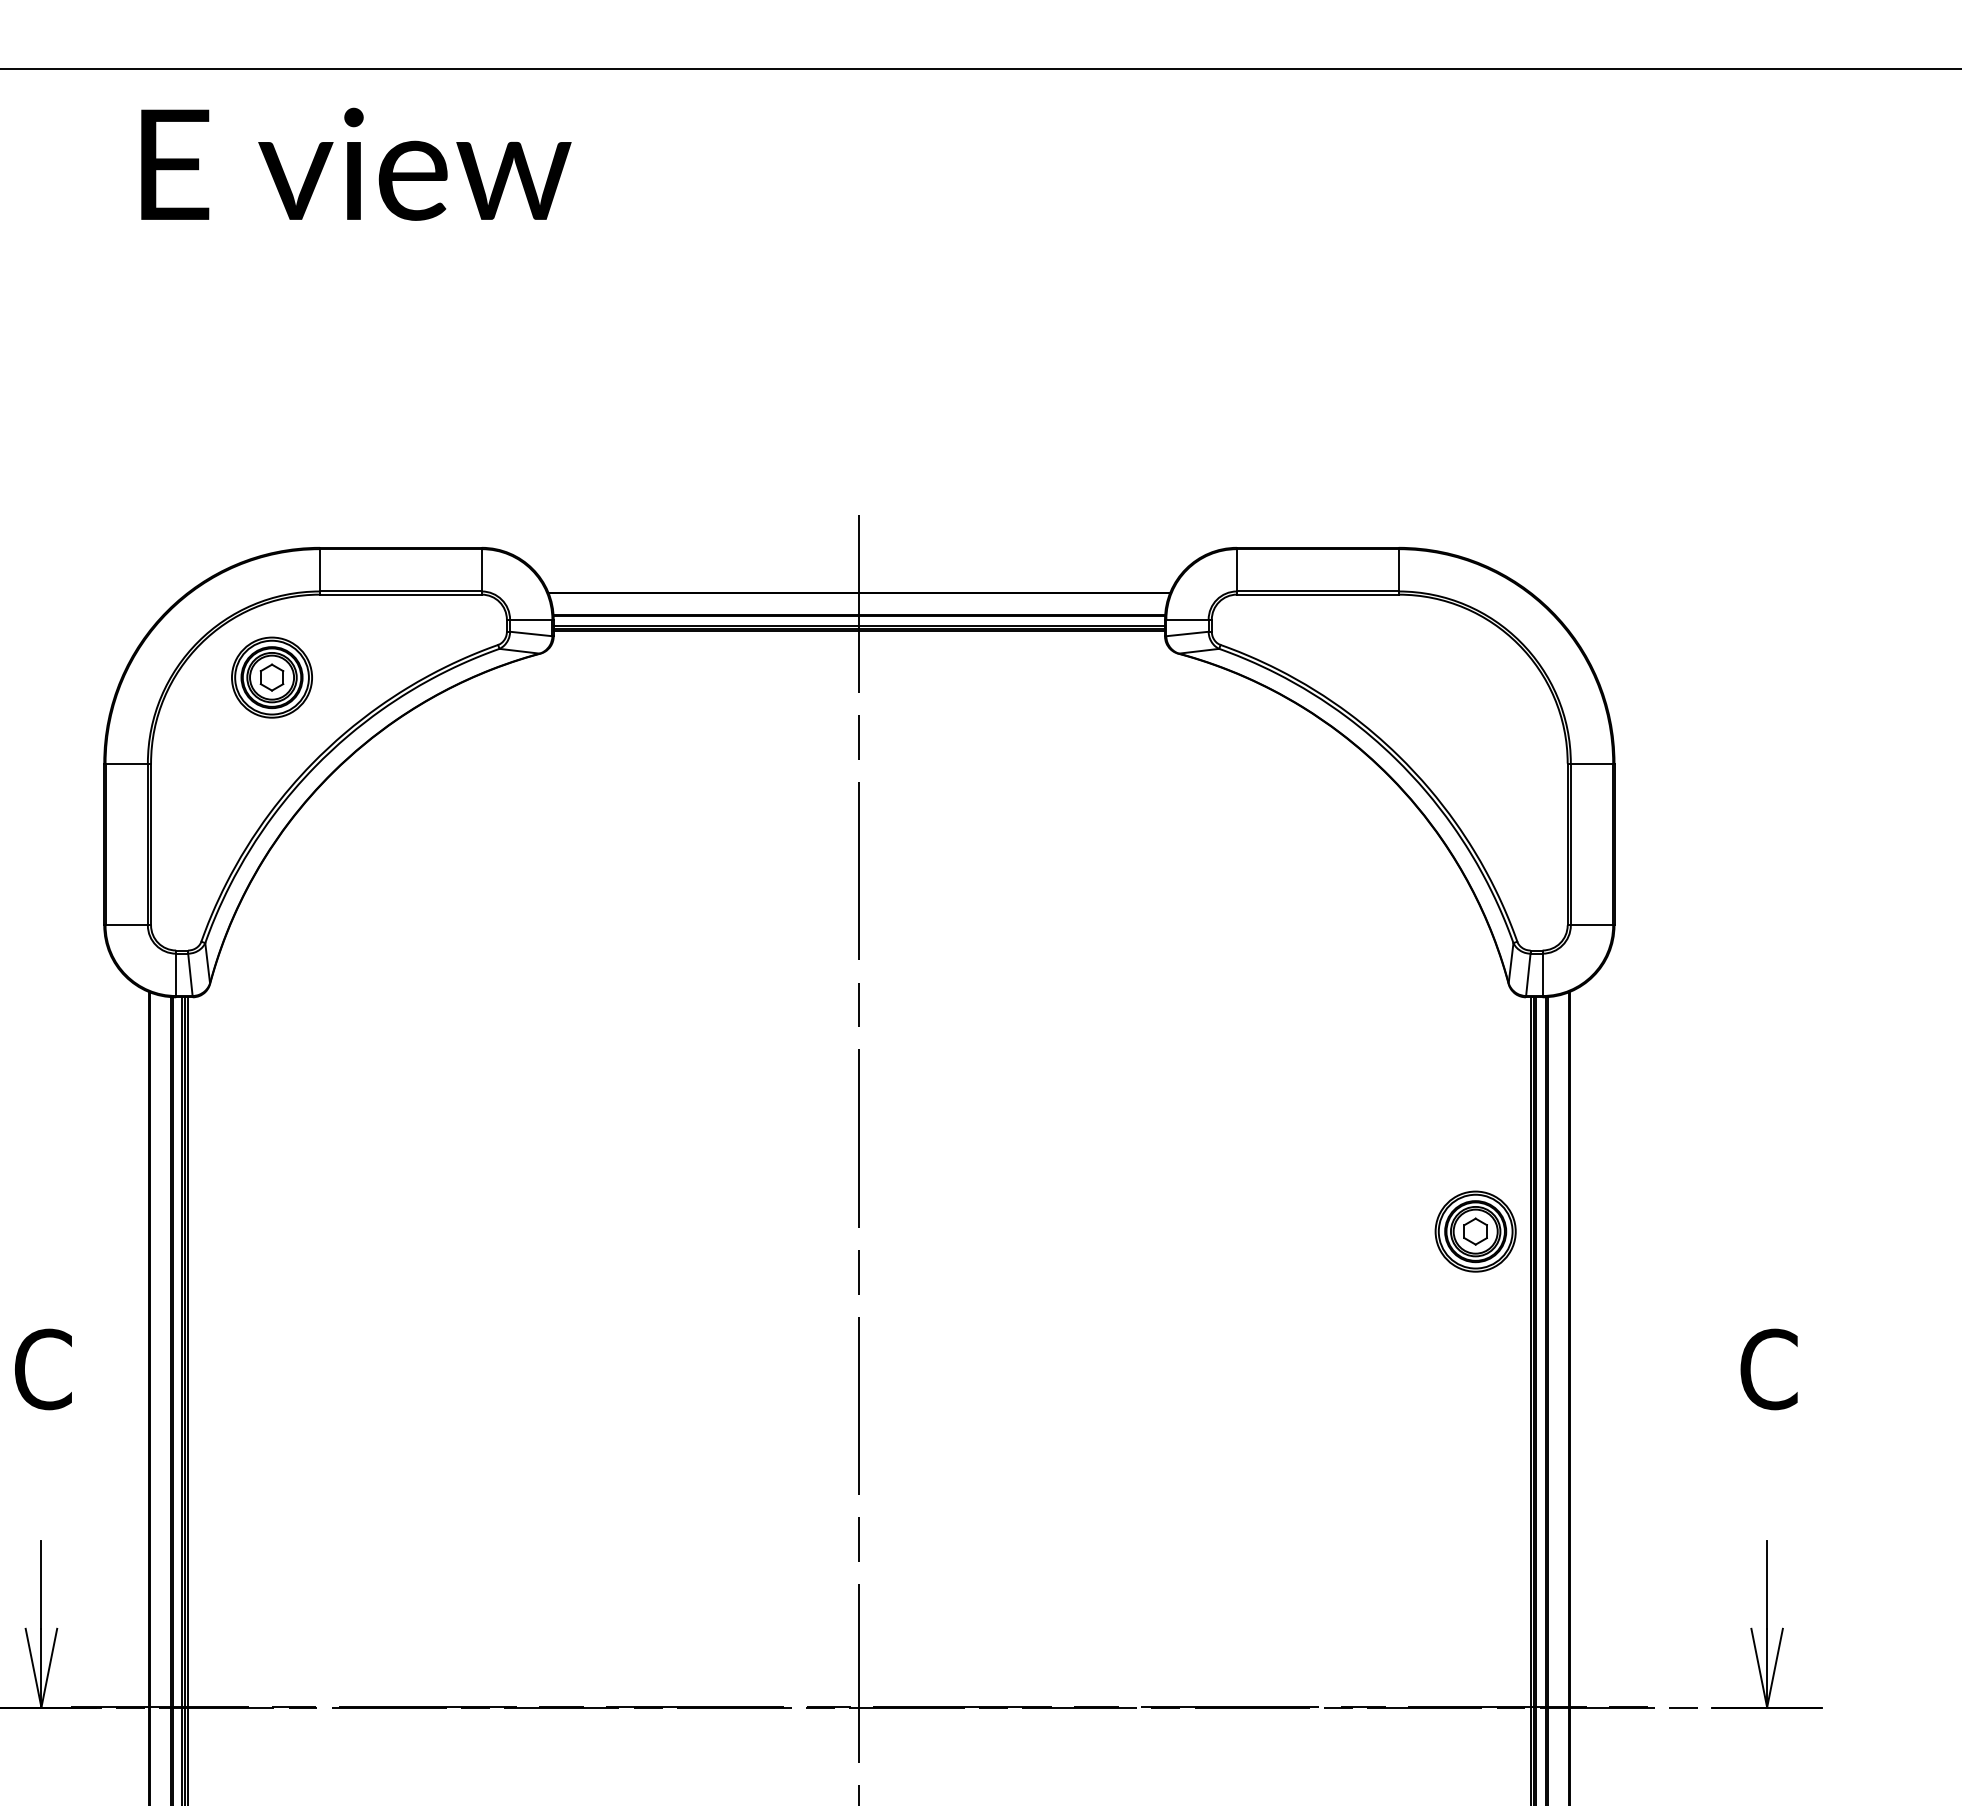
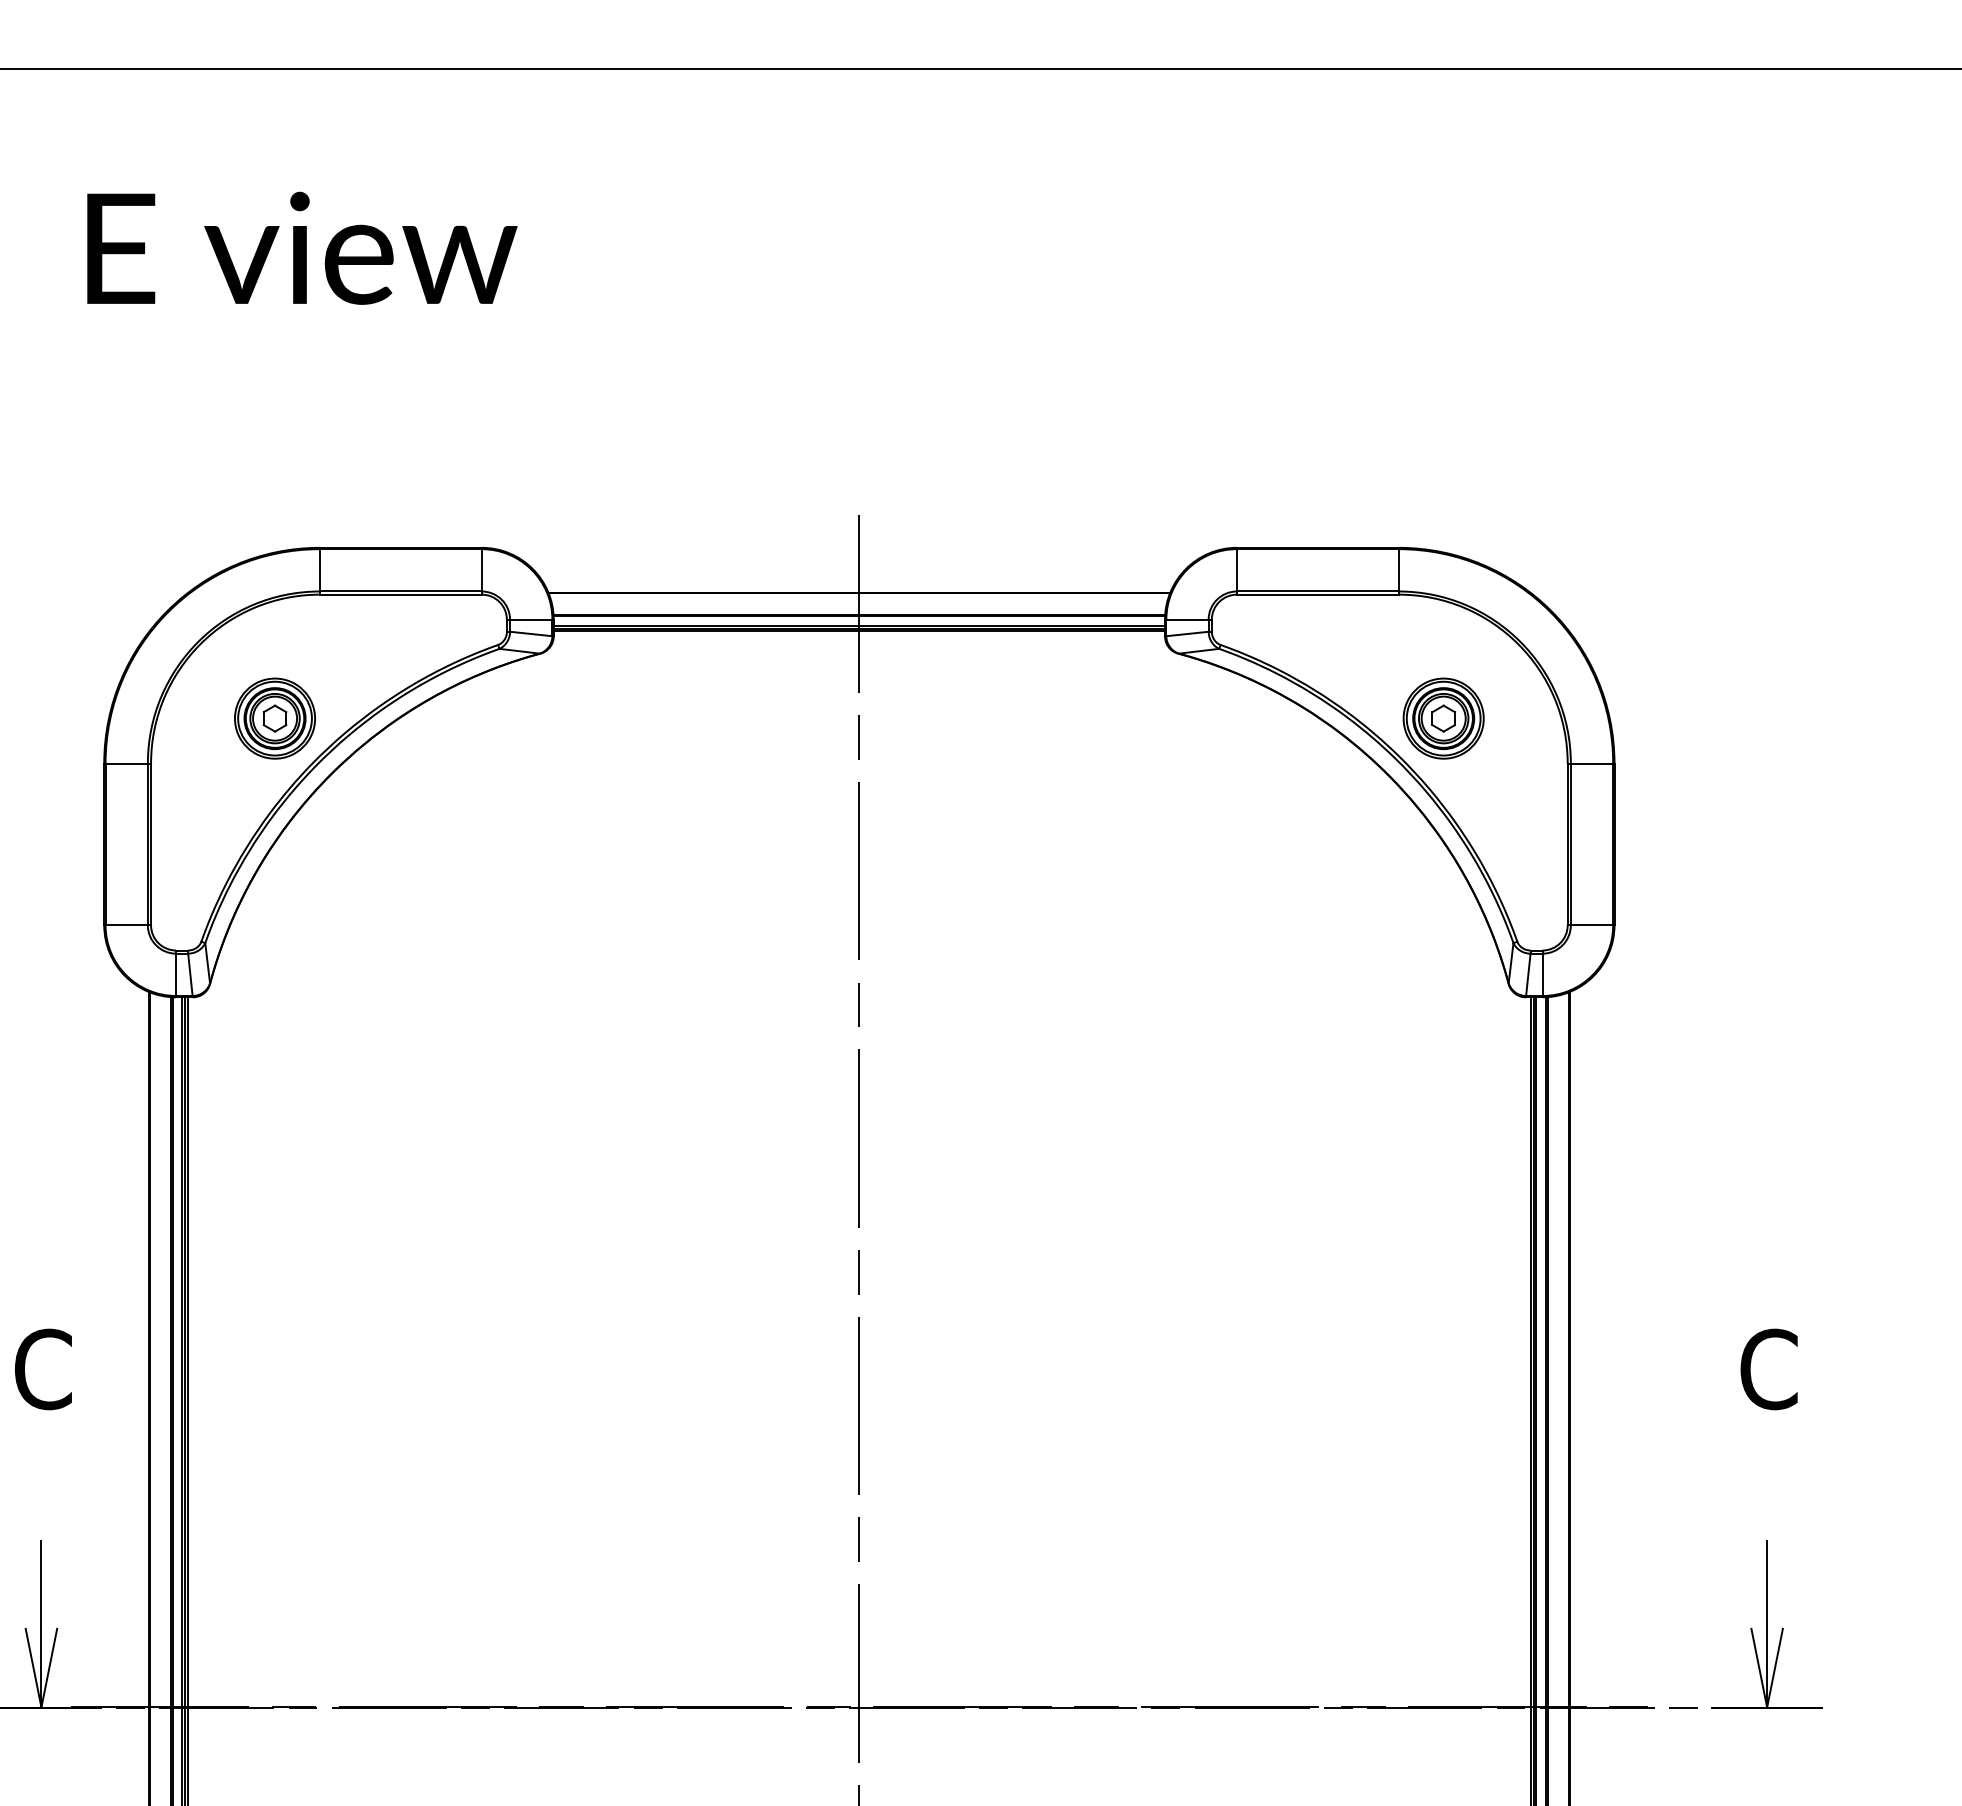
text at (356, 163) position: (356, 163) -> (302, 247)
part at (271, 677) position: (271, 677) -> (274, 718)
part at (1475, 1231) position: (1475, 1231) -> (1443, 718)
